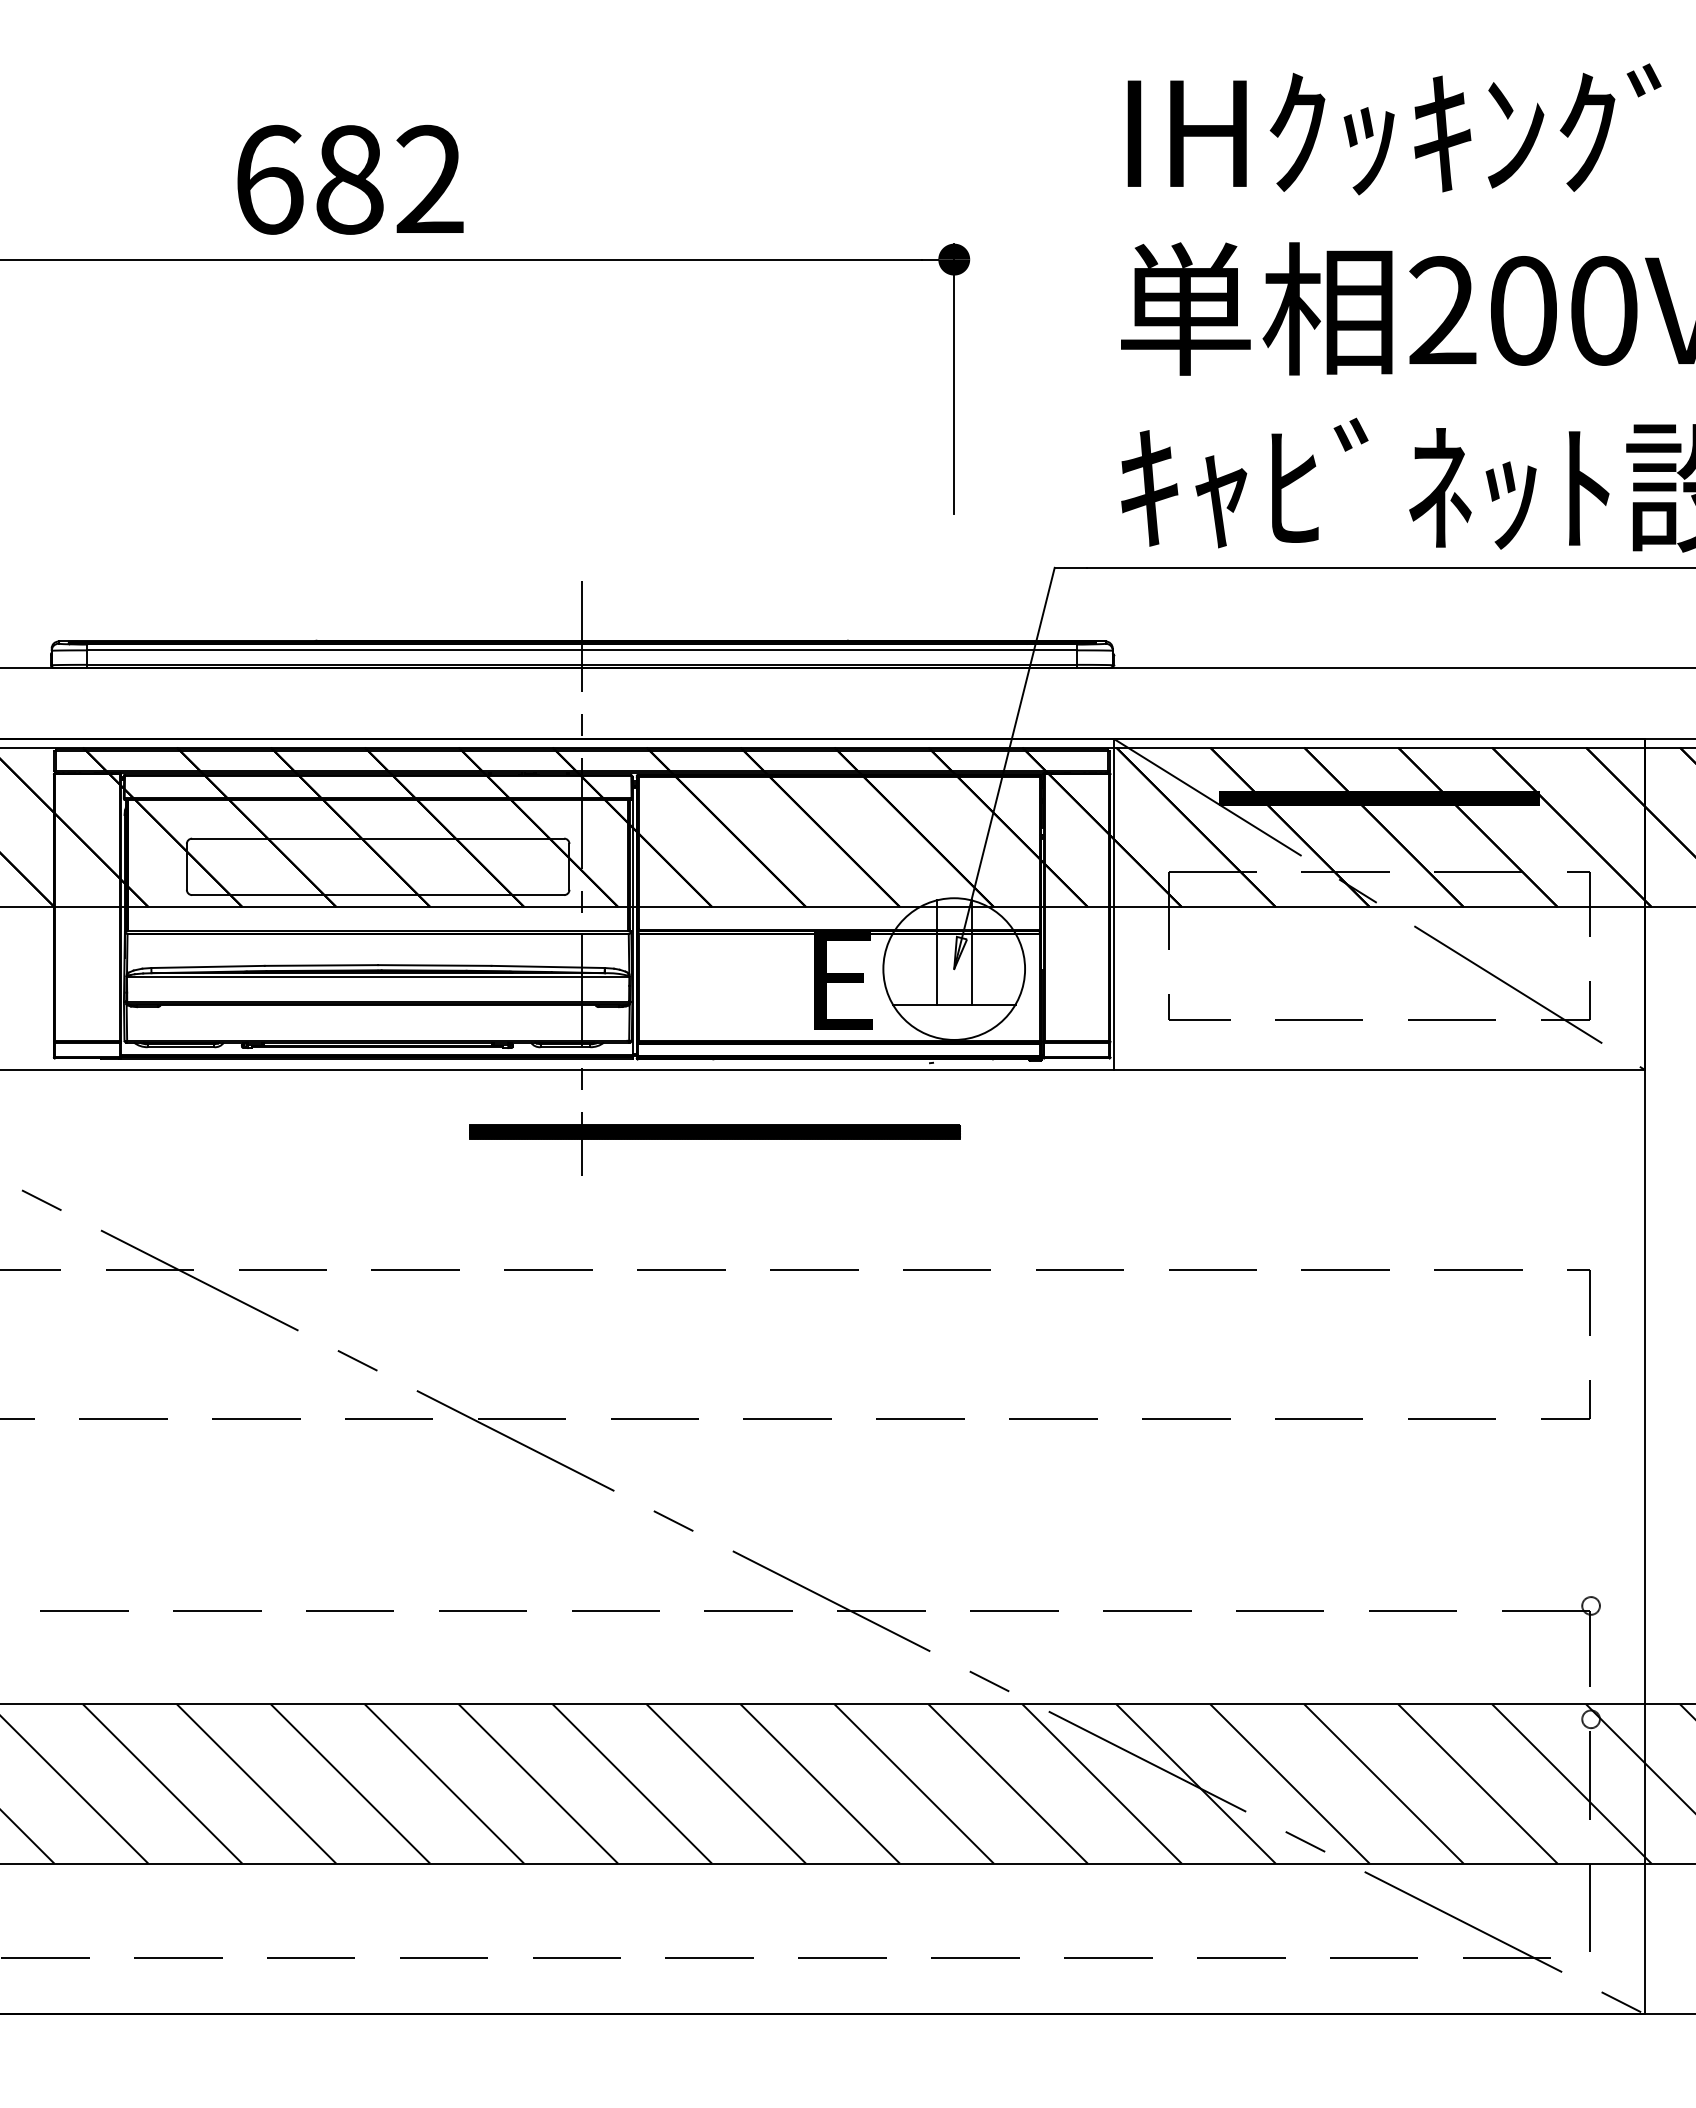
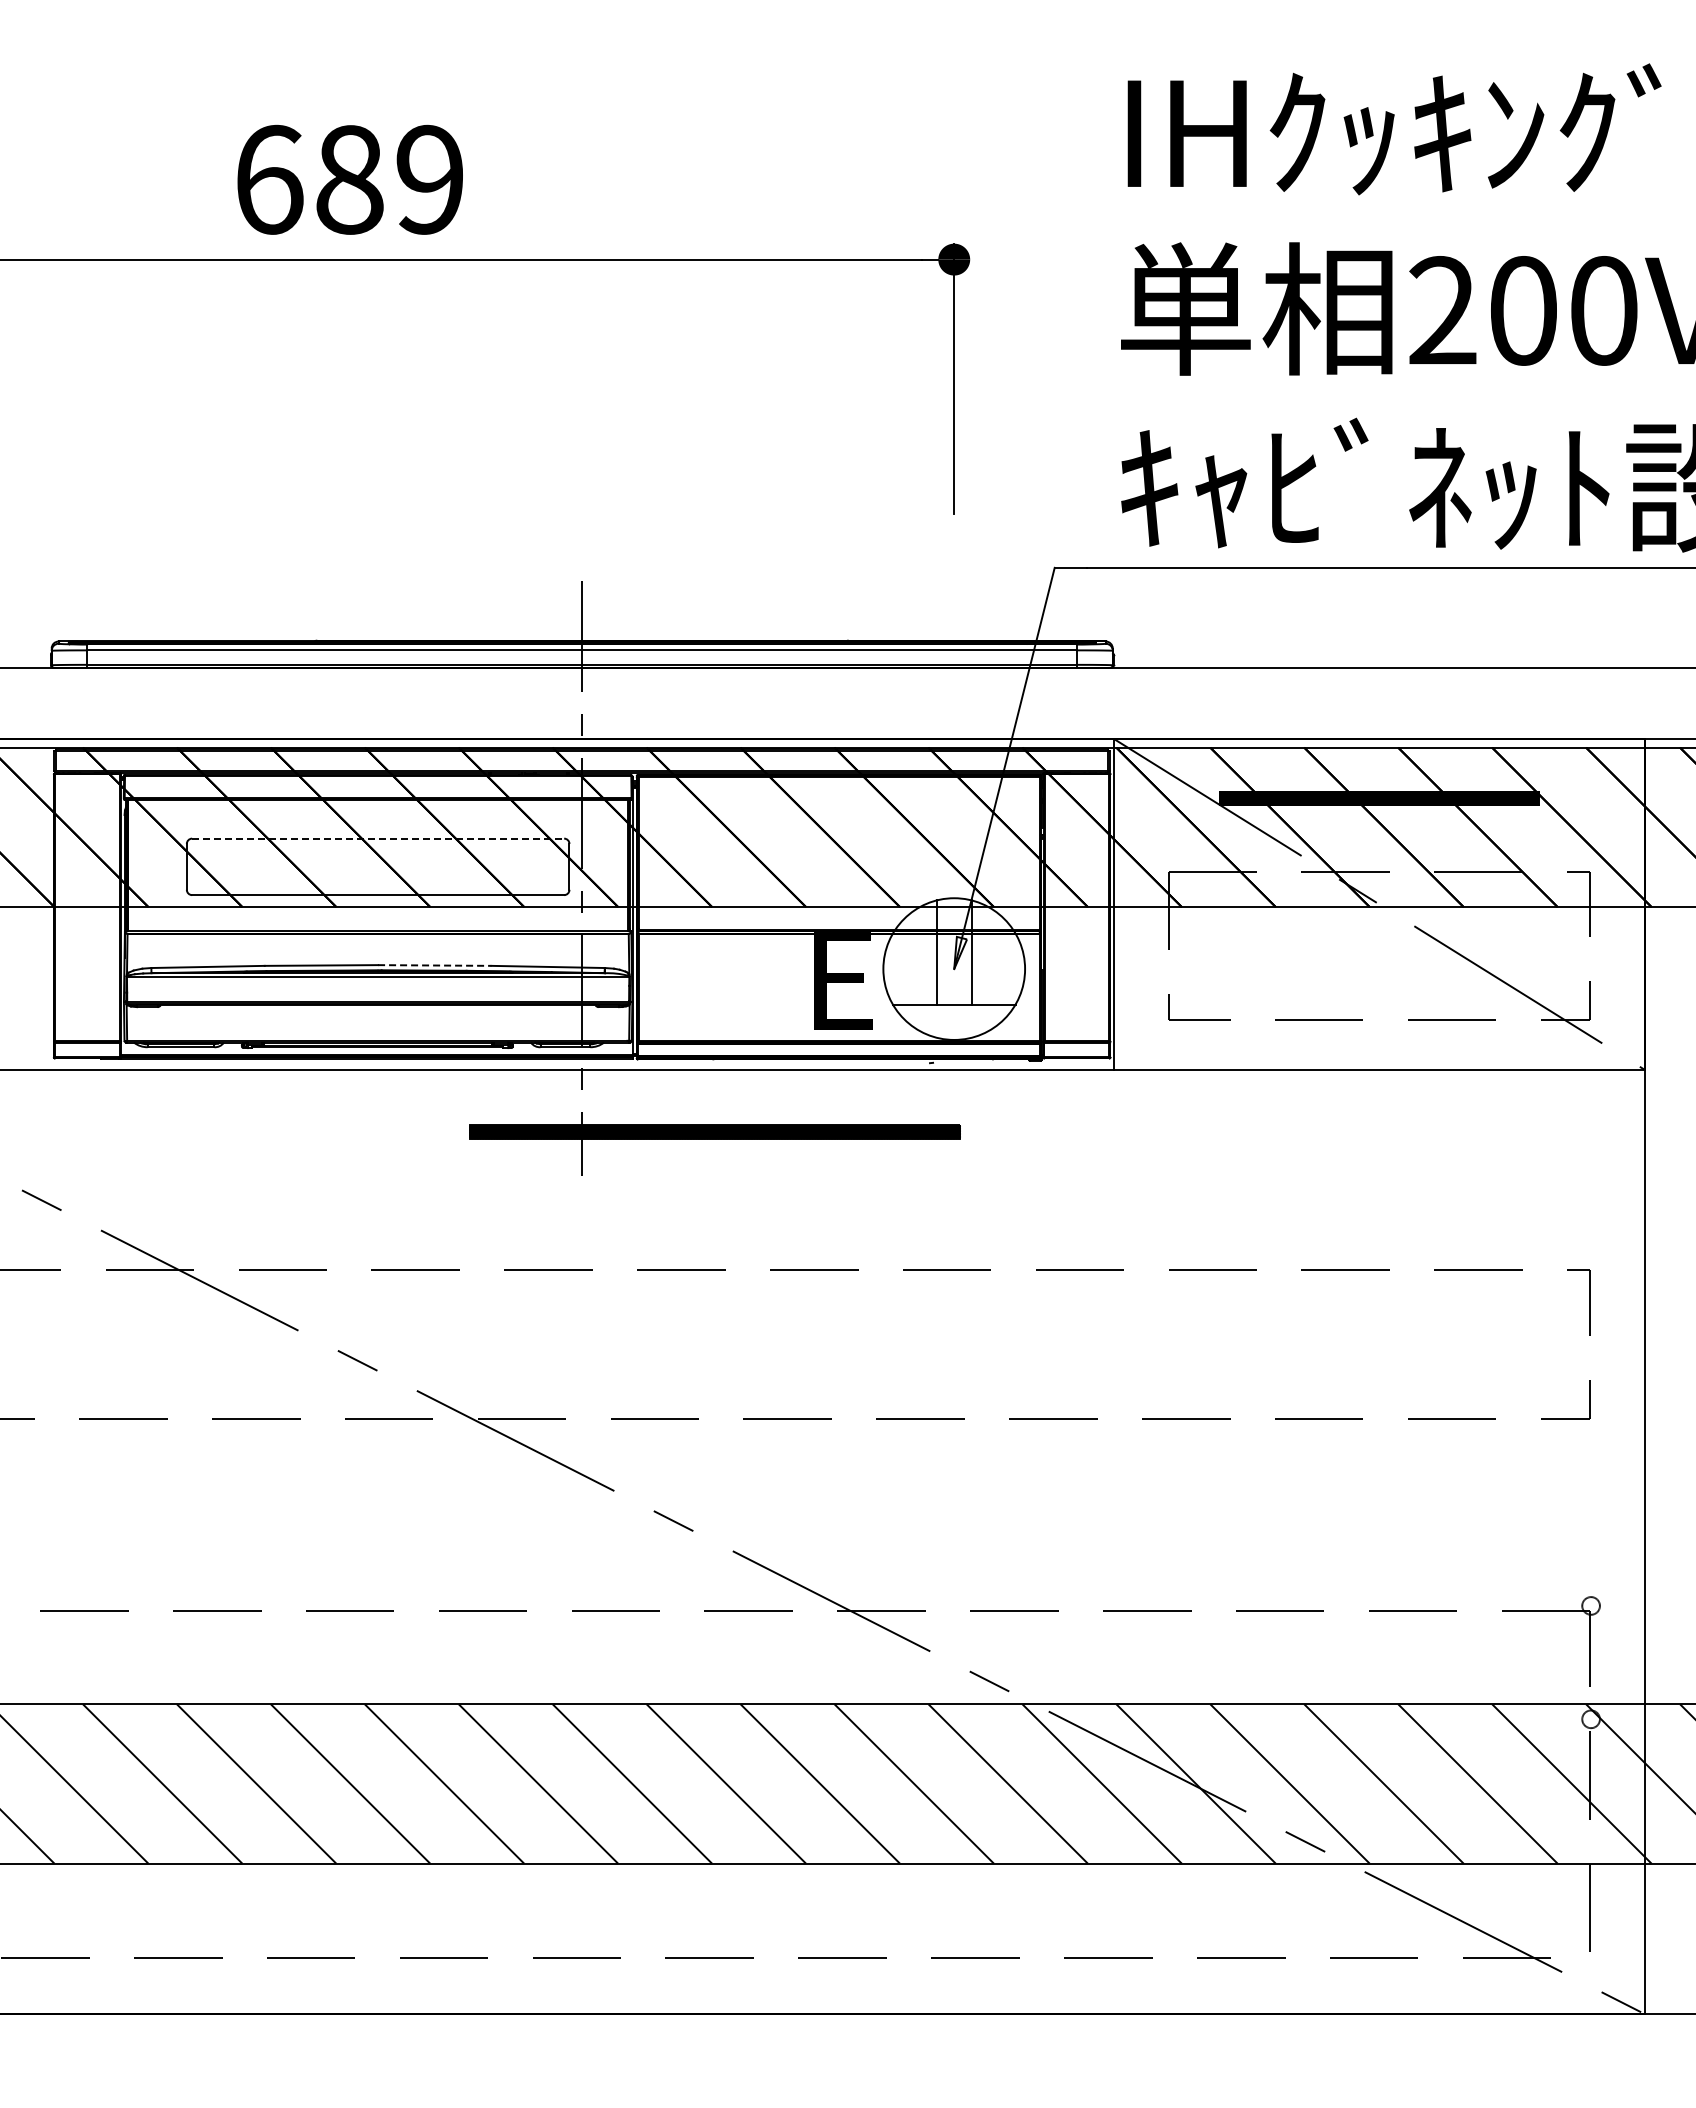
text at (429, 179): 682 -> 689
line at (378, 838): solid -> dashed
line at (434, 965): solid -> dashed
